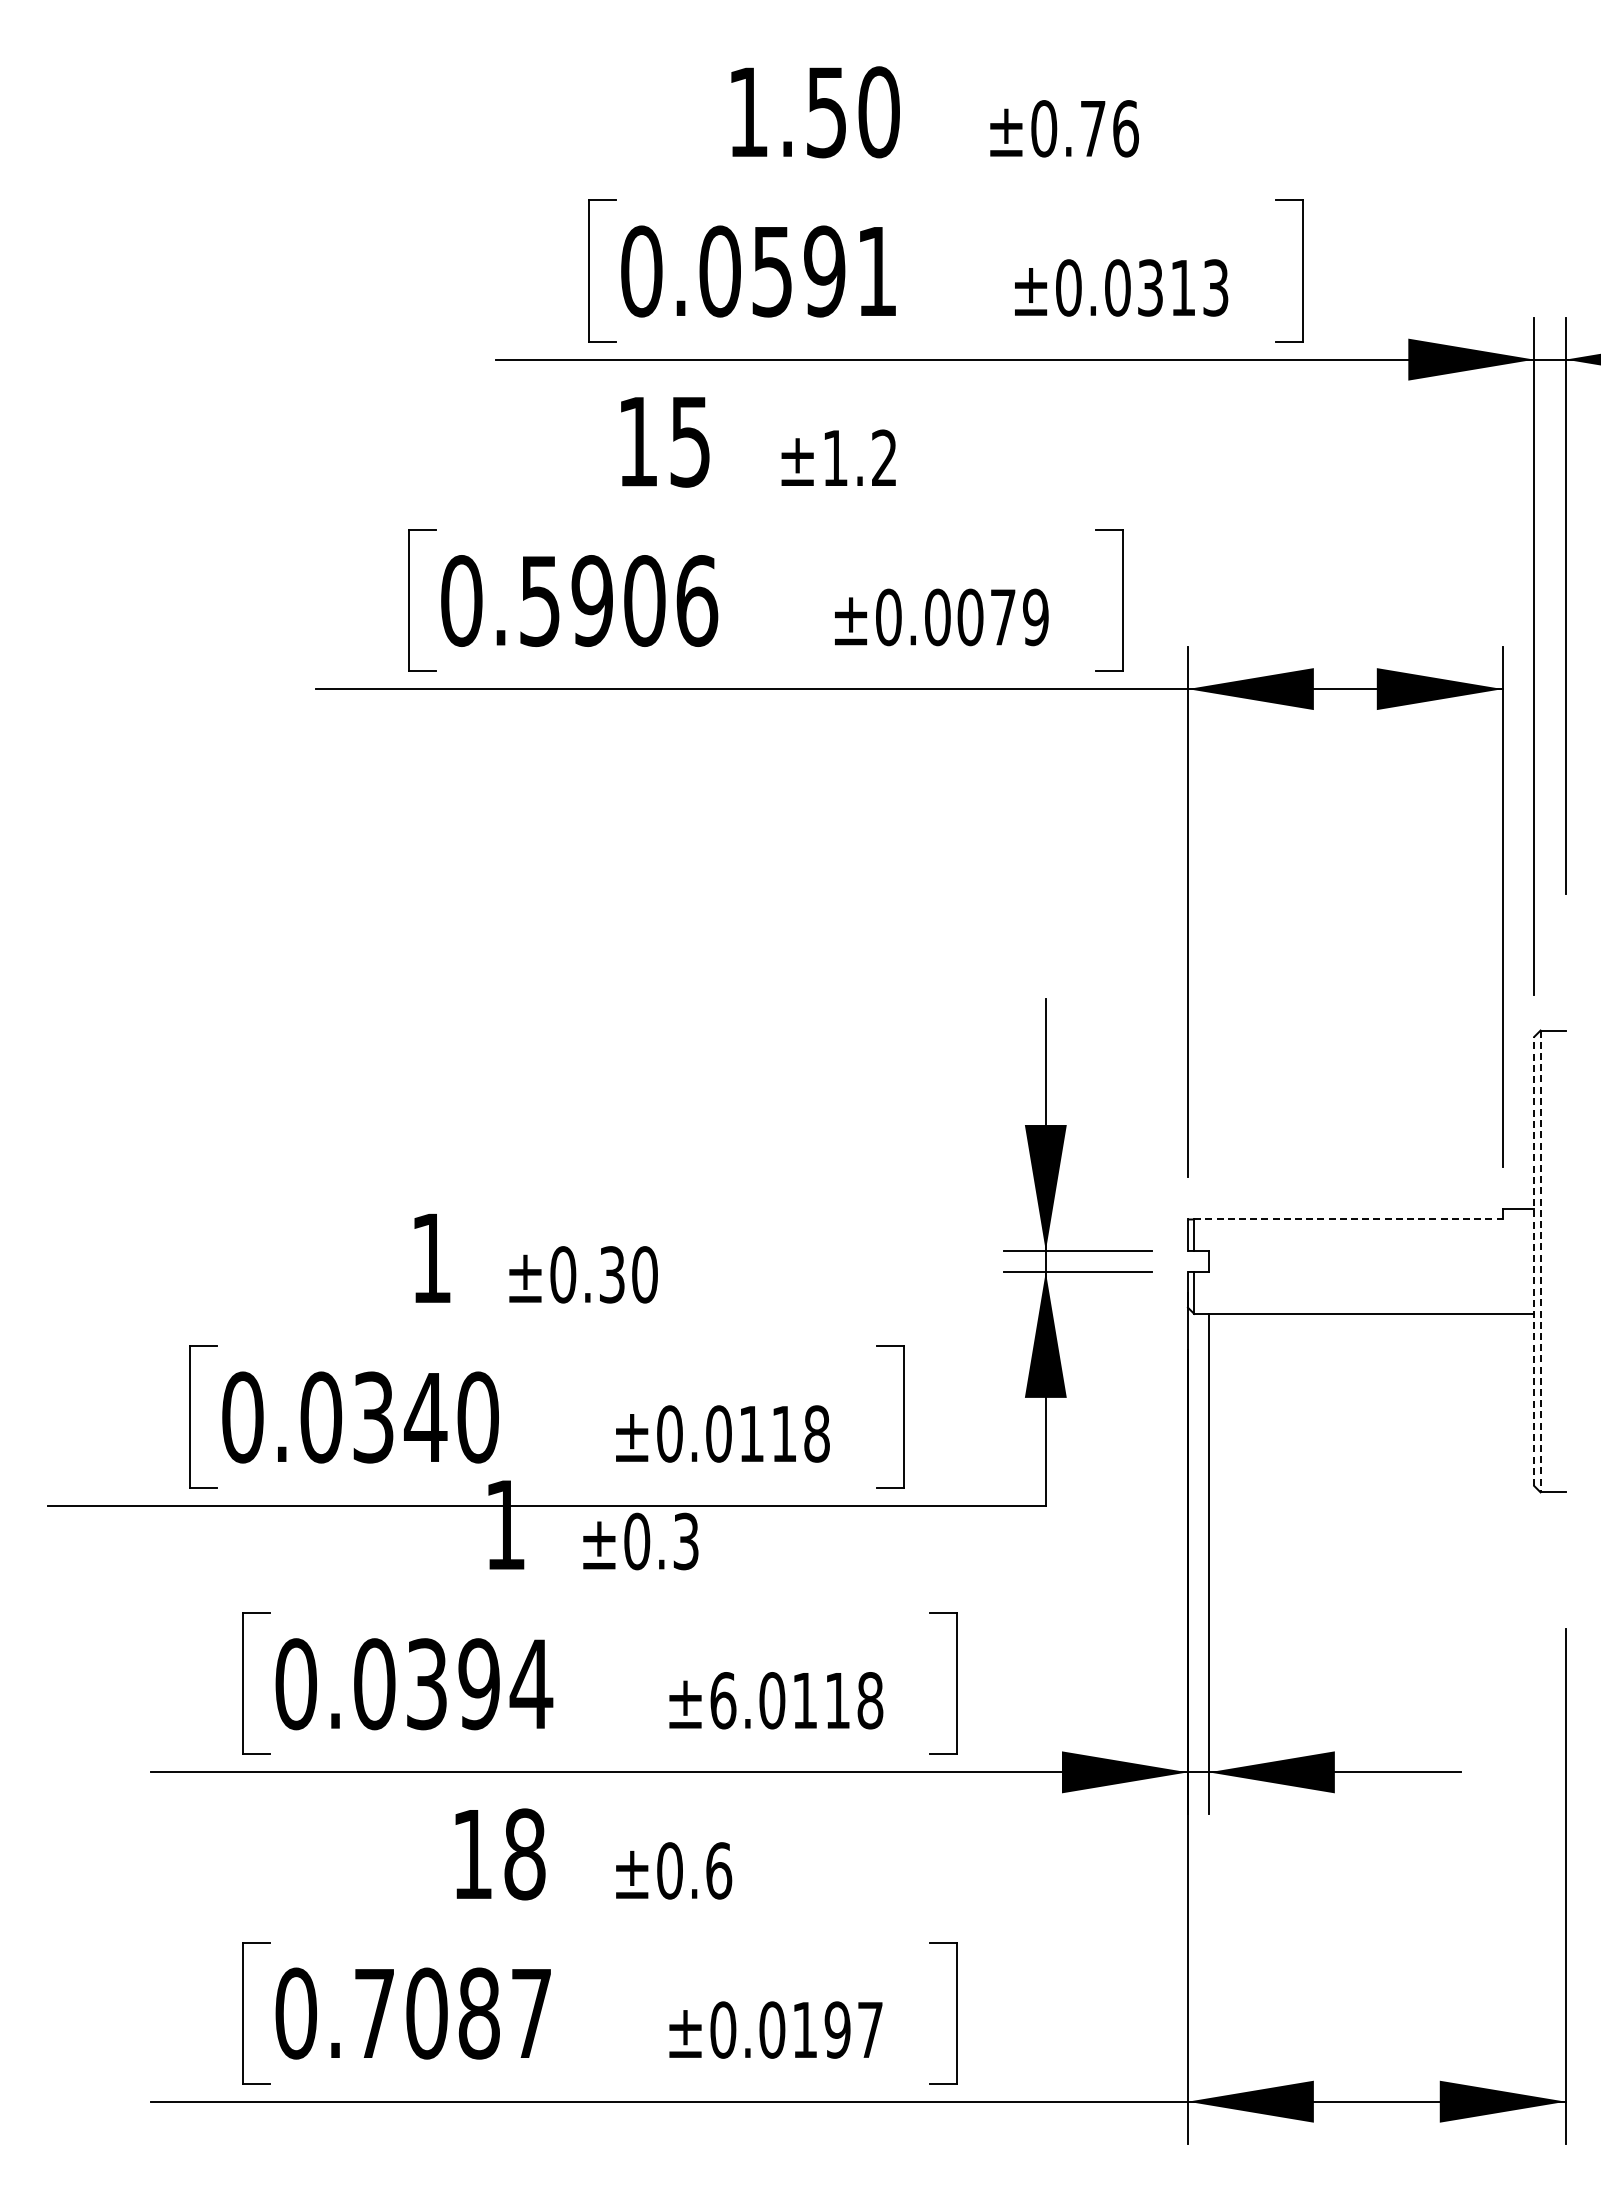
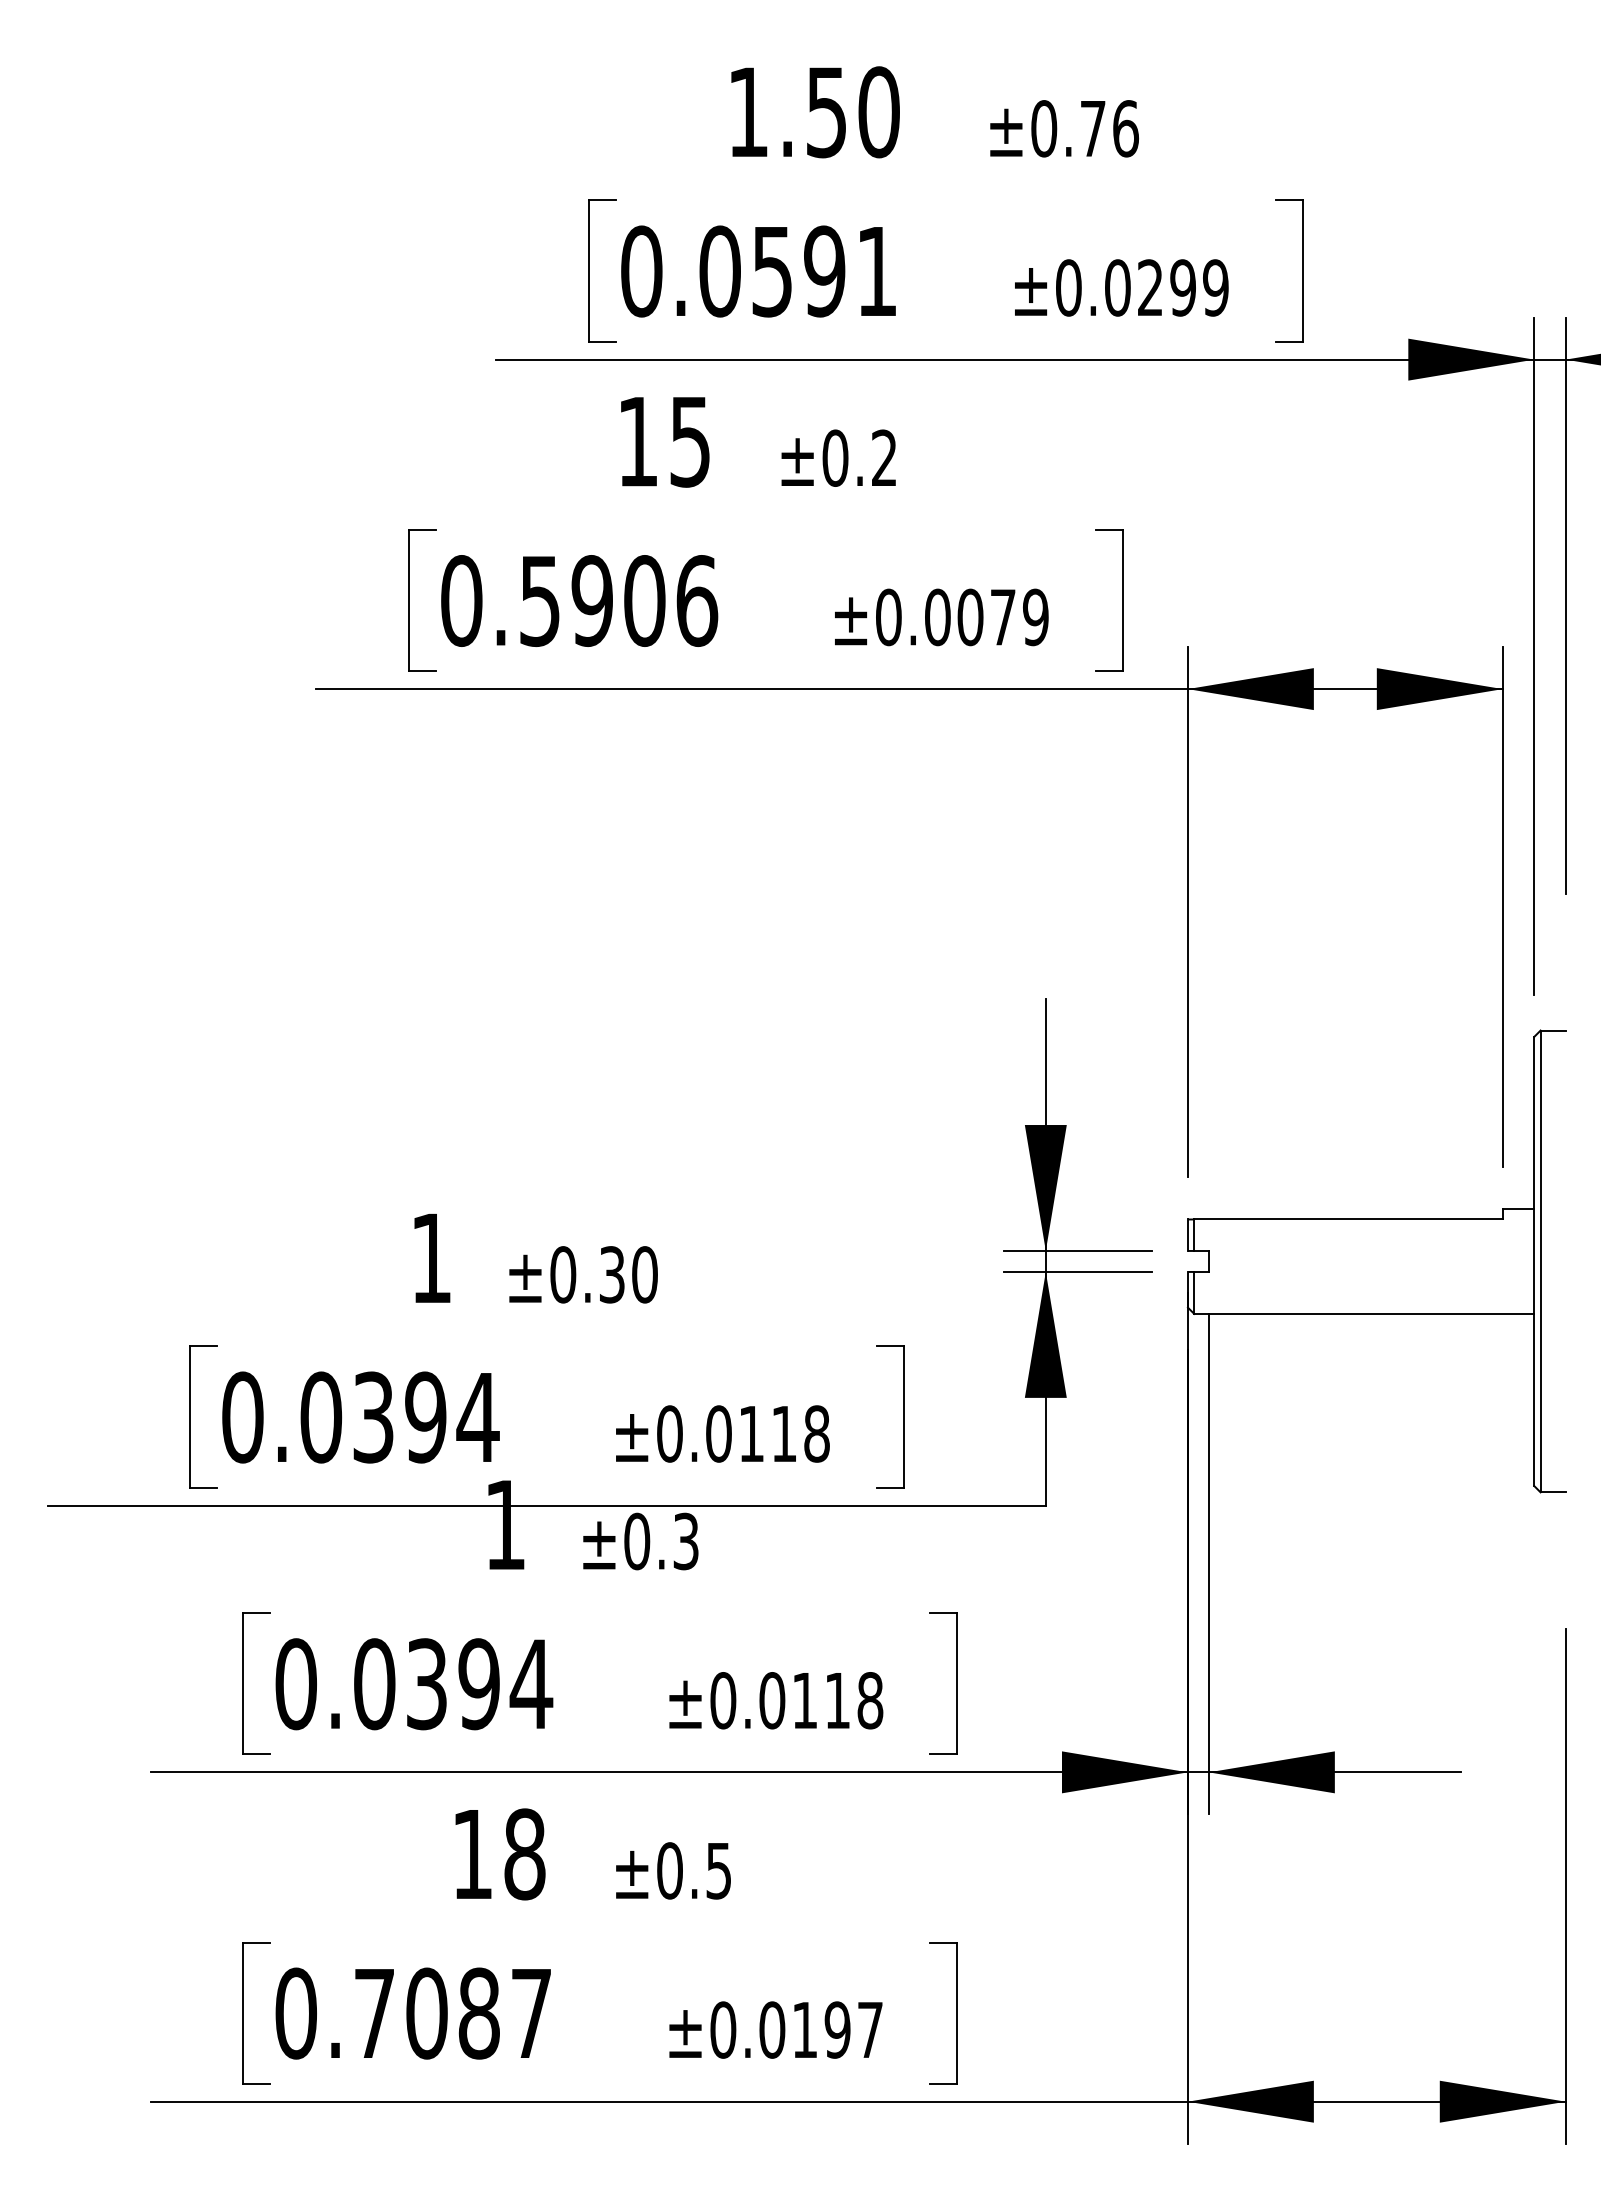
text at (1183, 287): ±0.0313 -> ±0.0299
text at (835, 457): ±1.2 -> ±0.2
line at (1349, 1219): dashed -> solid
line at (1534, 1261): dashed -> solid
line at (1540, 1261): dashed -> solid
text at (451, 1417): 0.0340 -> 0.0394
text at (723, 1700): ±6.0118 -> ±0.0118
text at (719, 1870): ±0.6 -> ±0.5
